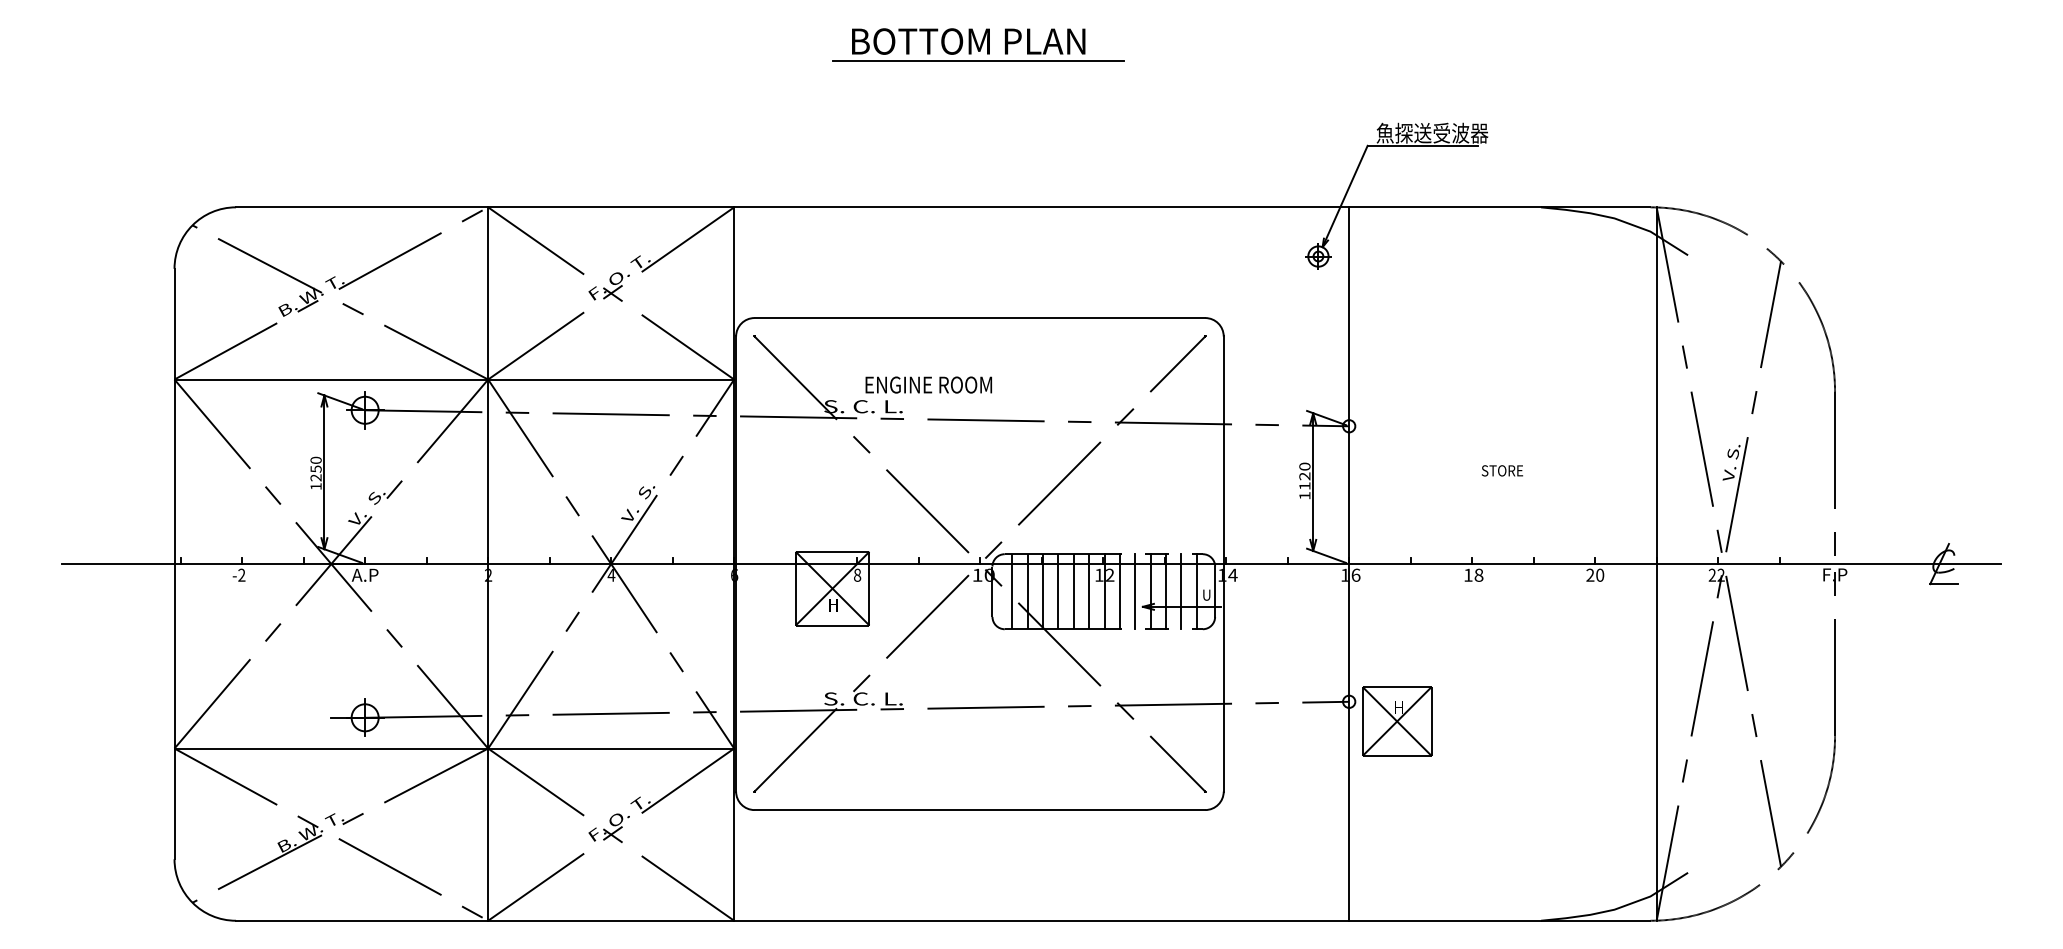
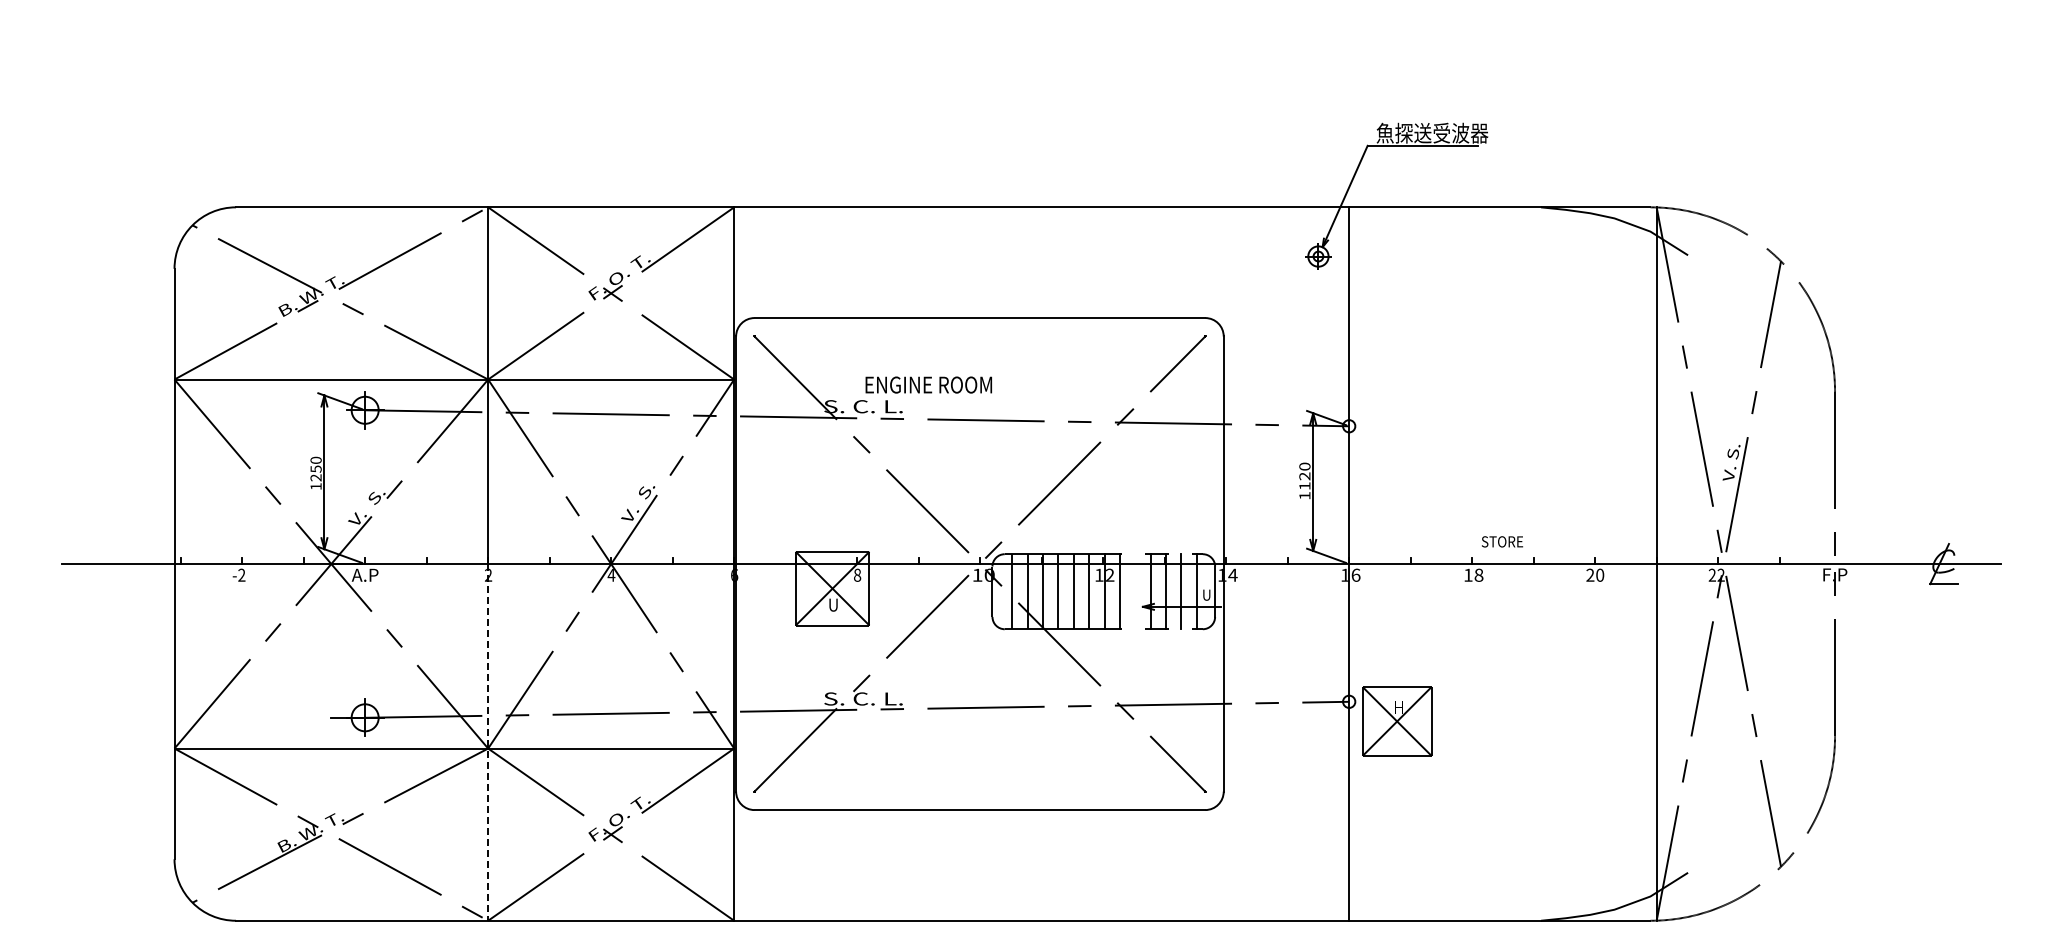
part at (978, 44): present -> none
text at (1502, 470) position: (1502, 470) -> (1502, 541)
line at (1135, 591): present -> none
text at (833, 604): H -> U
line at (488, 742): solid -> dashed
